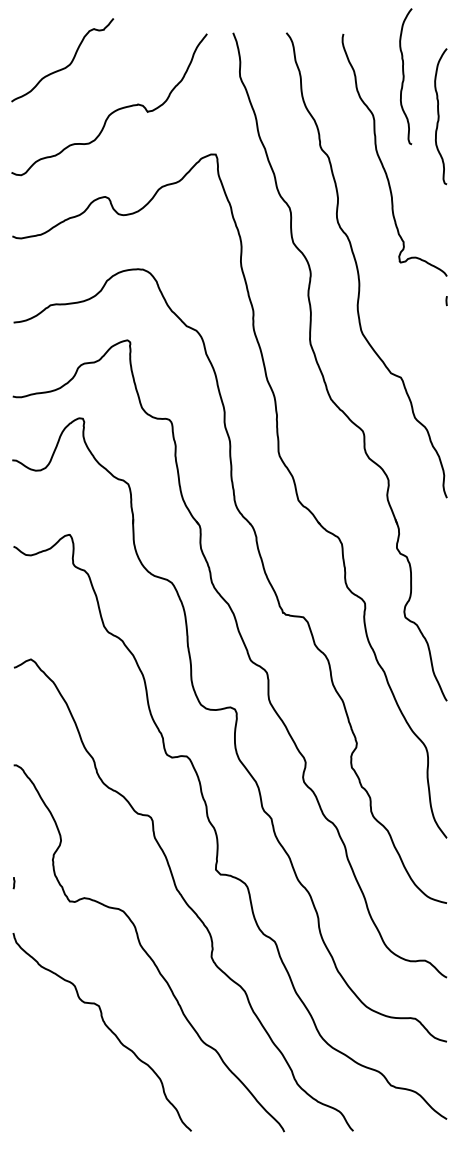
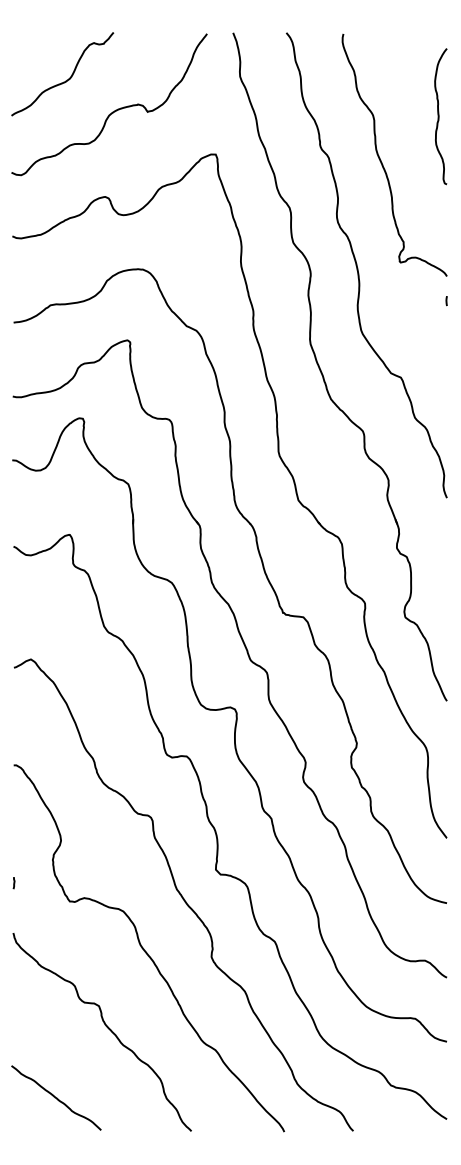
curve at (65, 66) position: (65, 66) -> (65, 80)
curve at (404, 76): present -> none
curve at (56, 1097): none -> present
